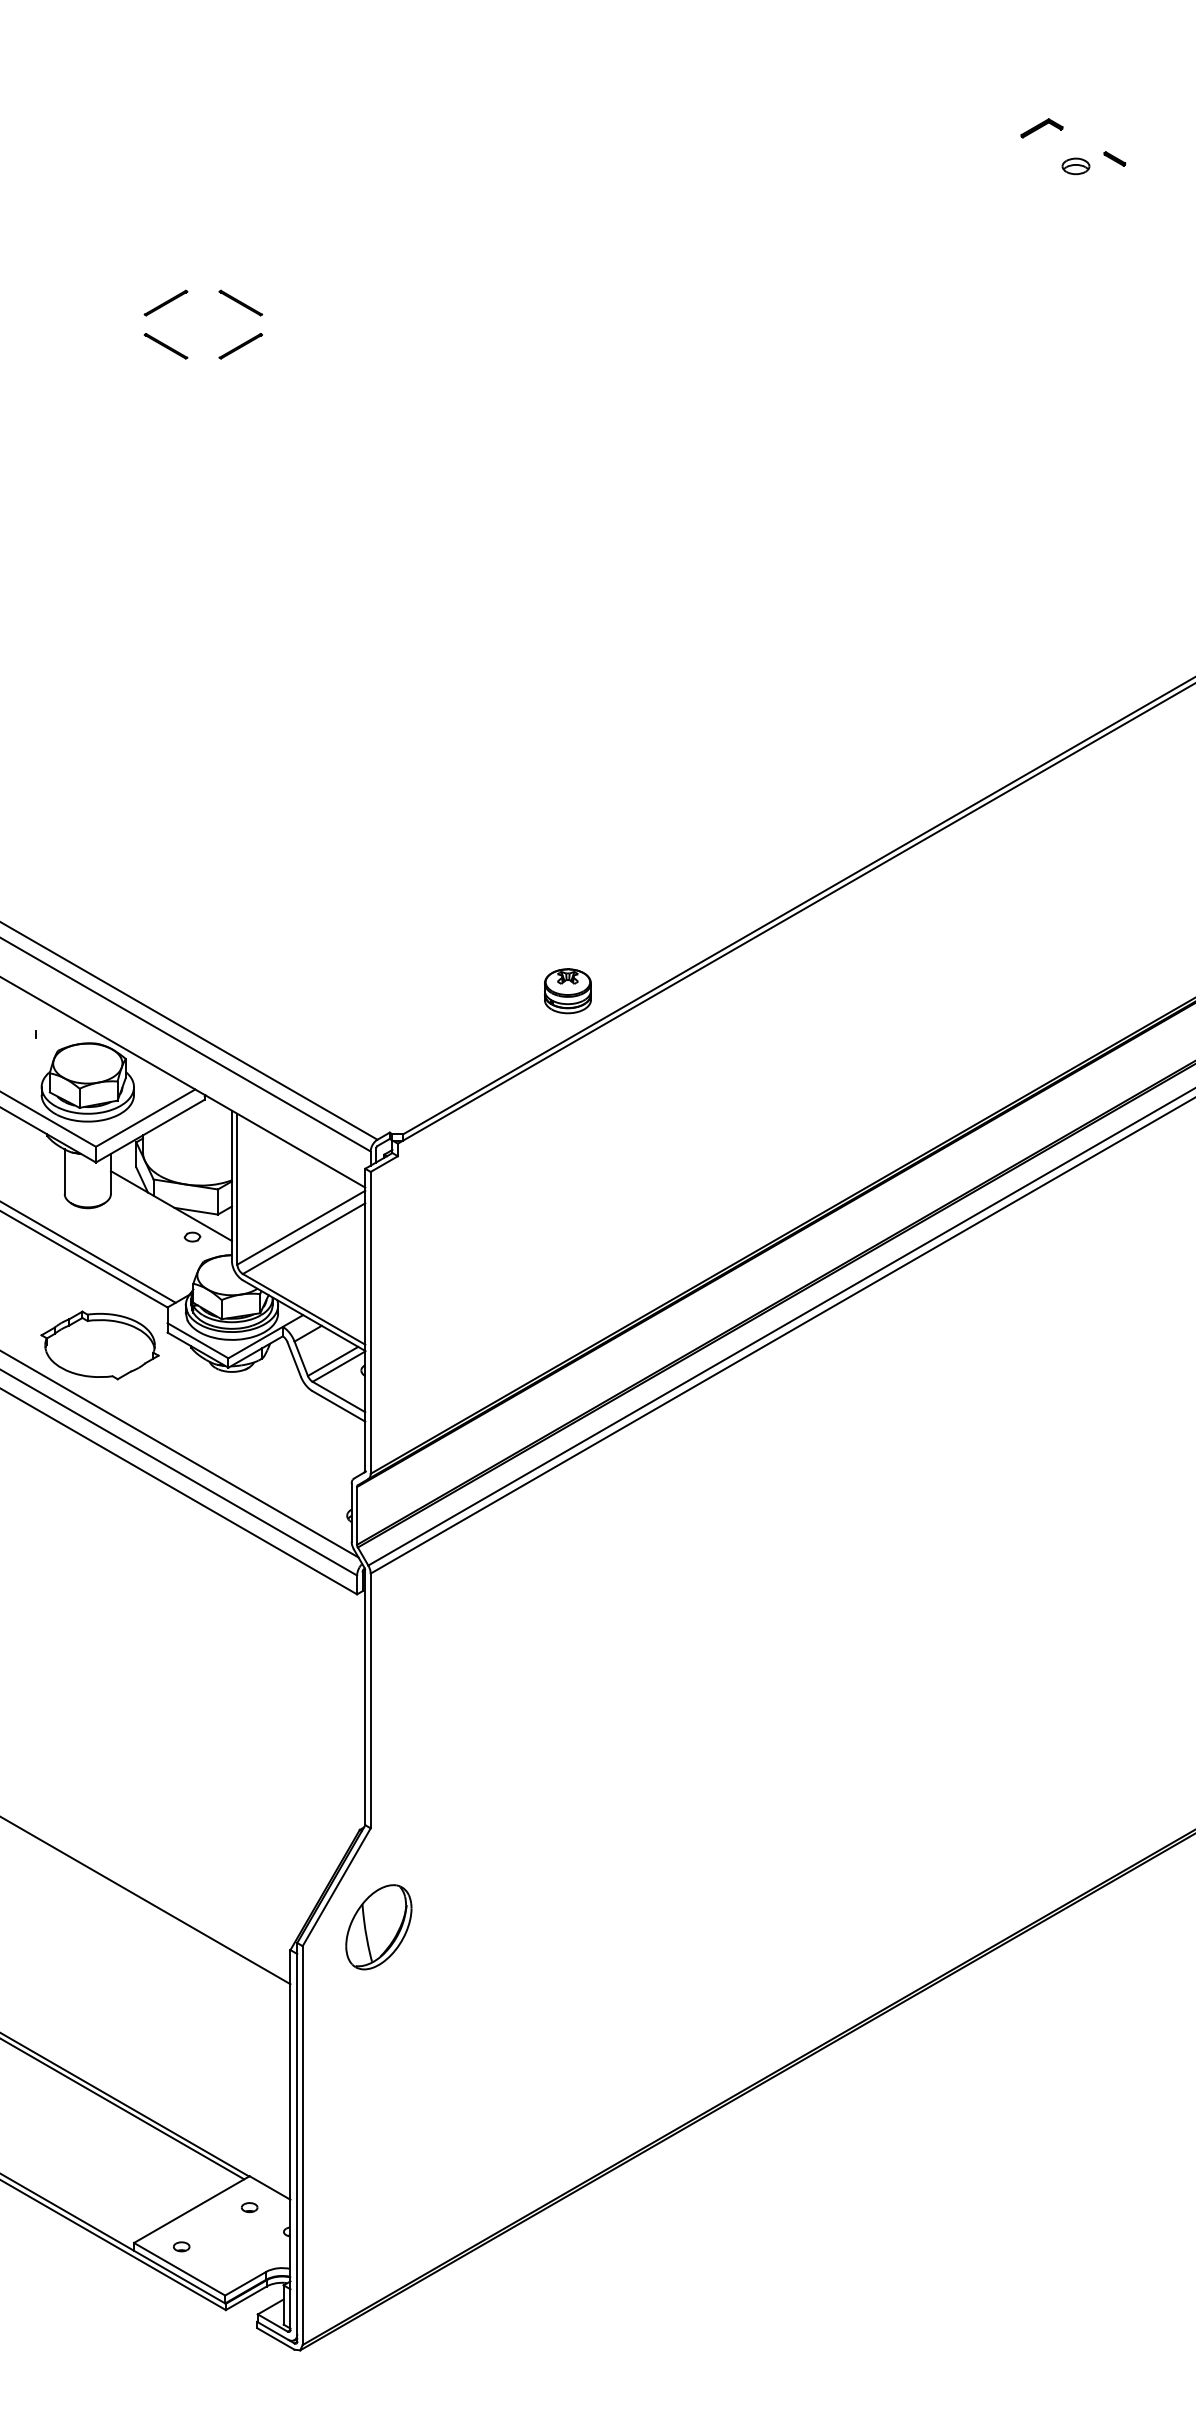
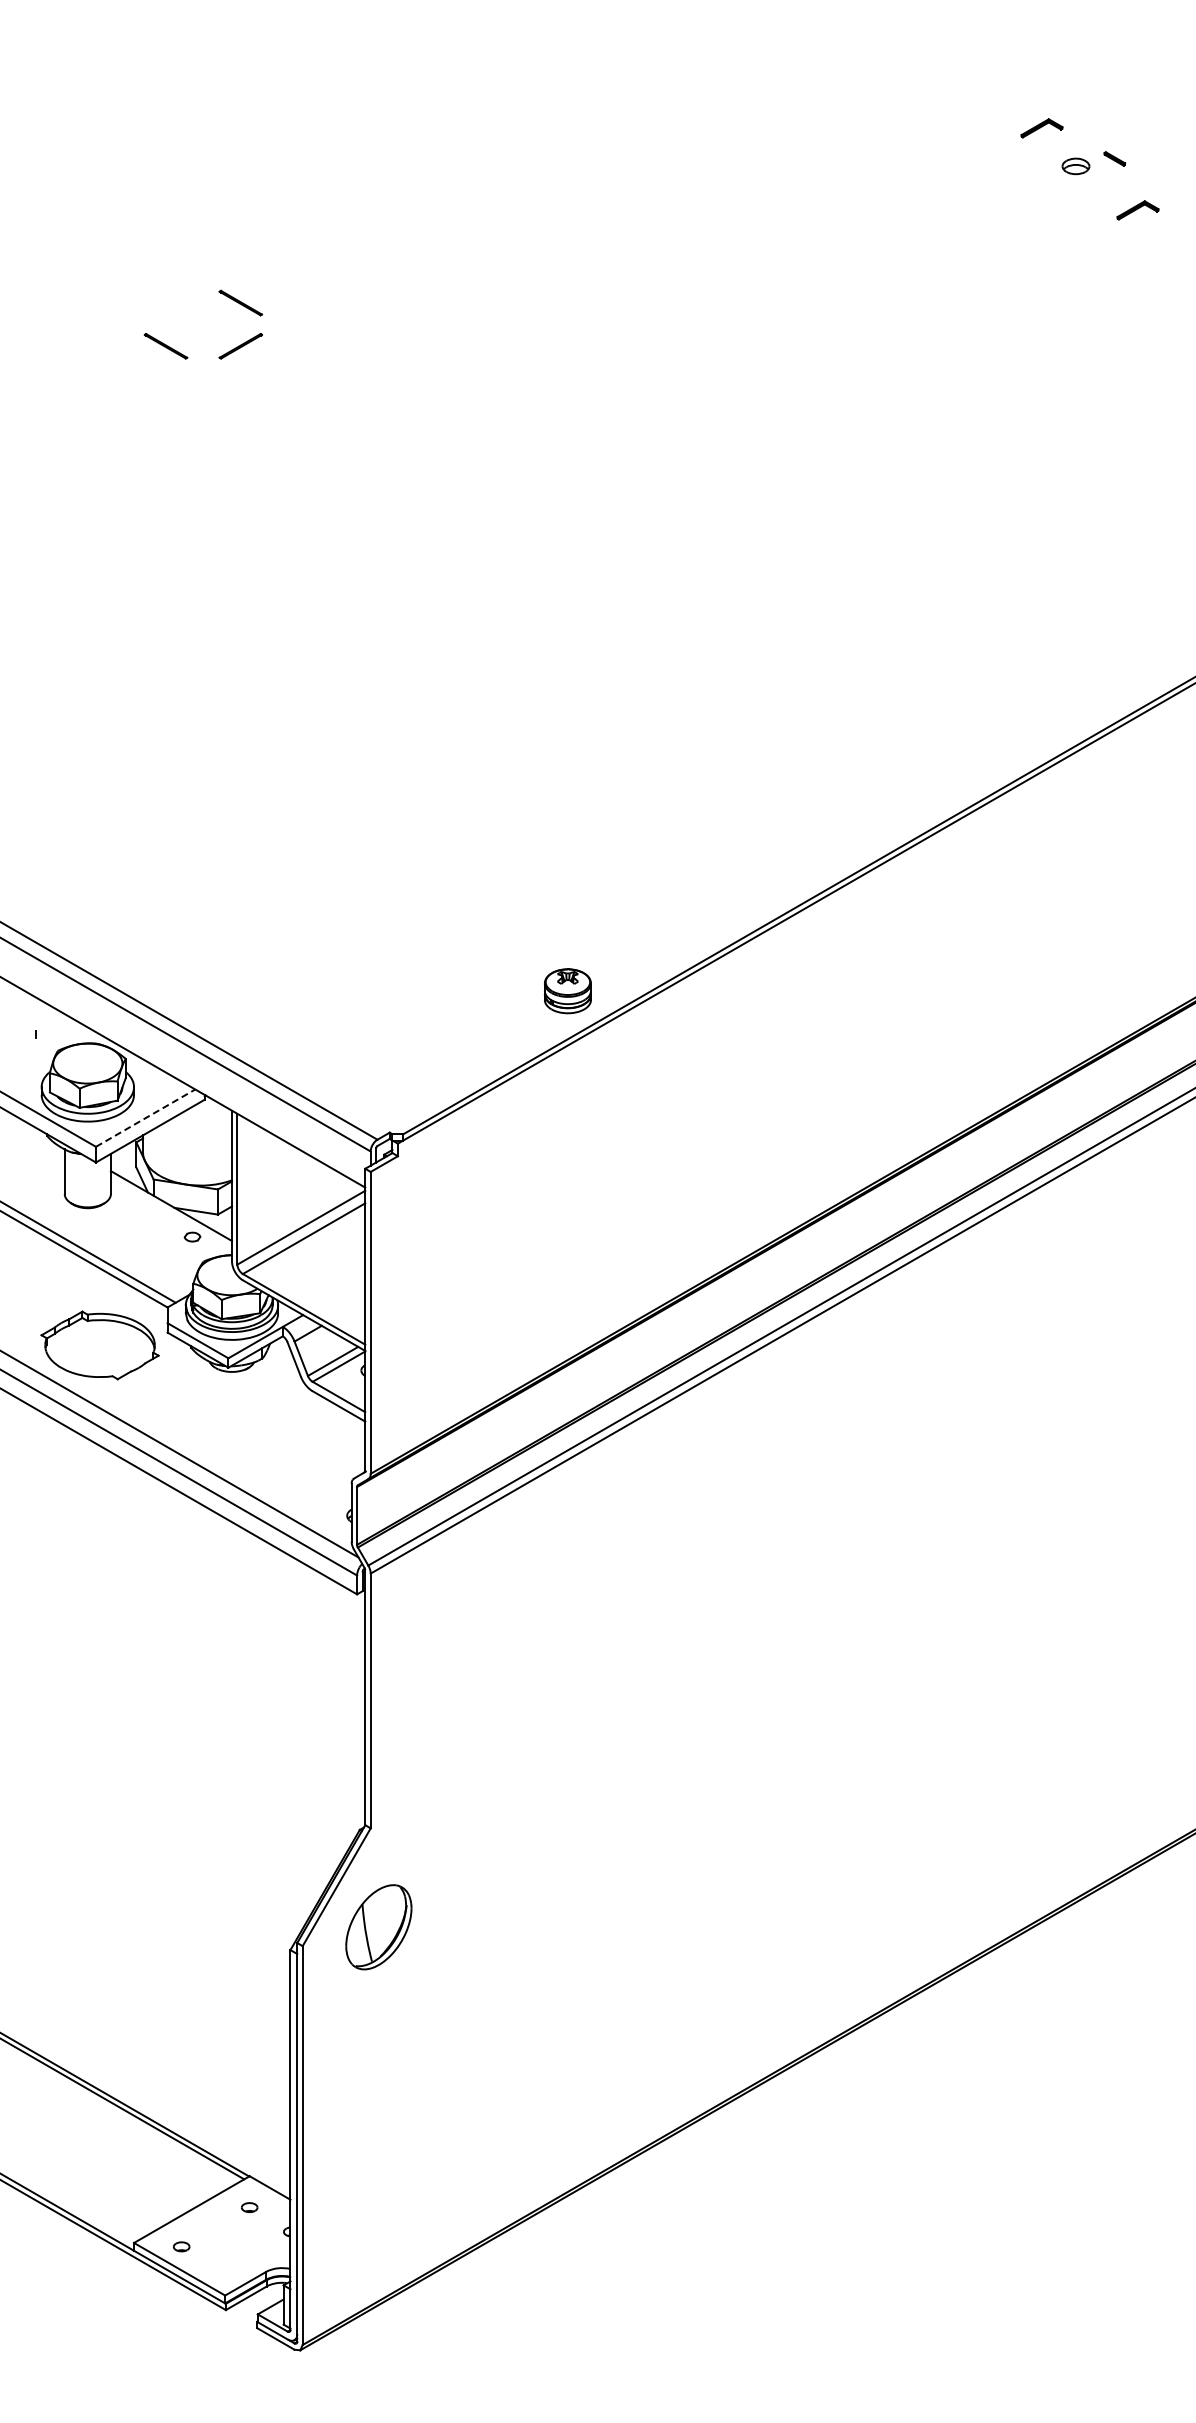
part at (1137, 210): none -> present
line at (165, 302): present -> none
line at (146, 1117): solid -> dashed
line at (146, 1901): present -> none
